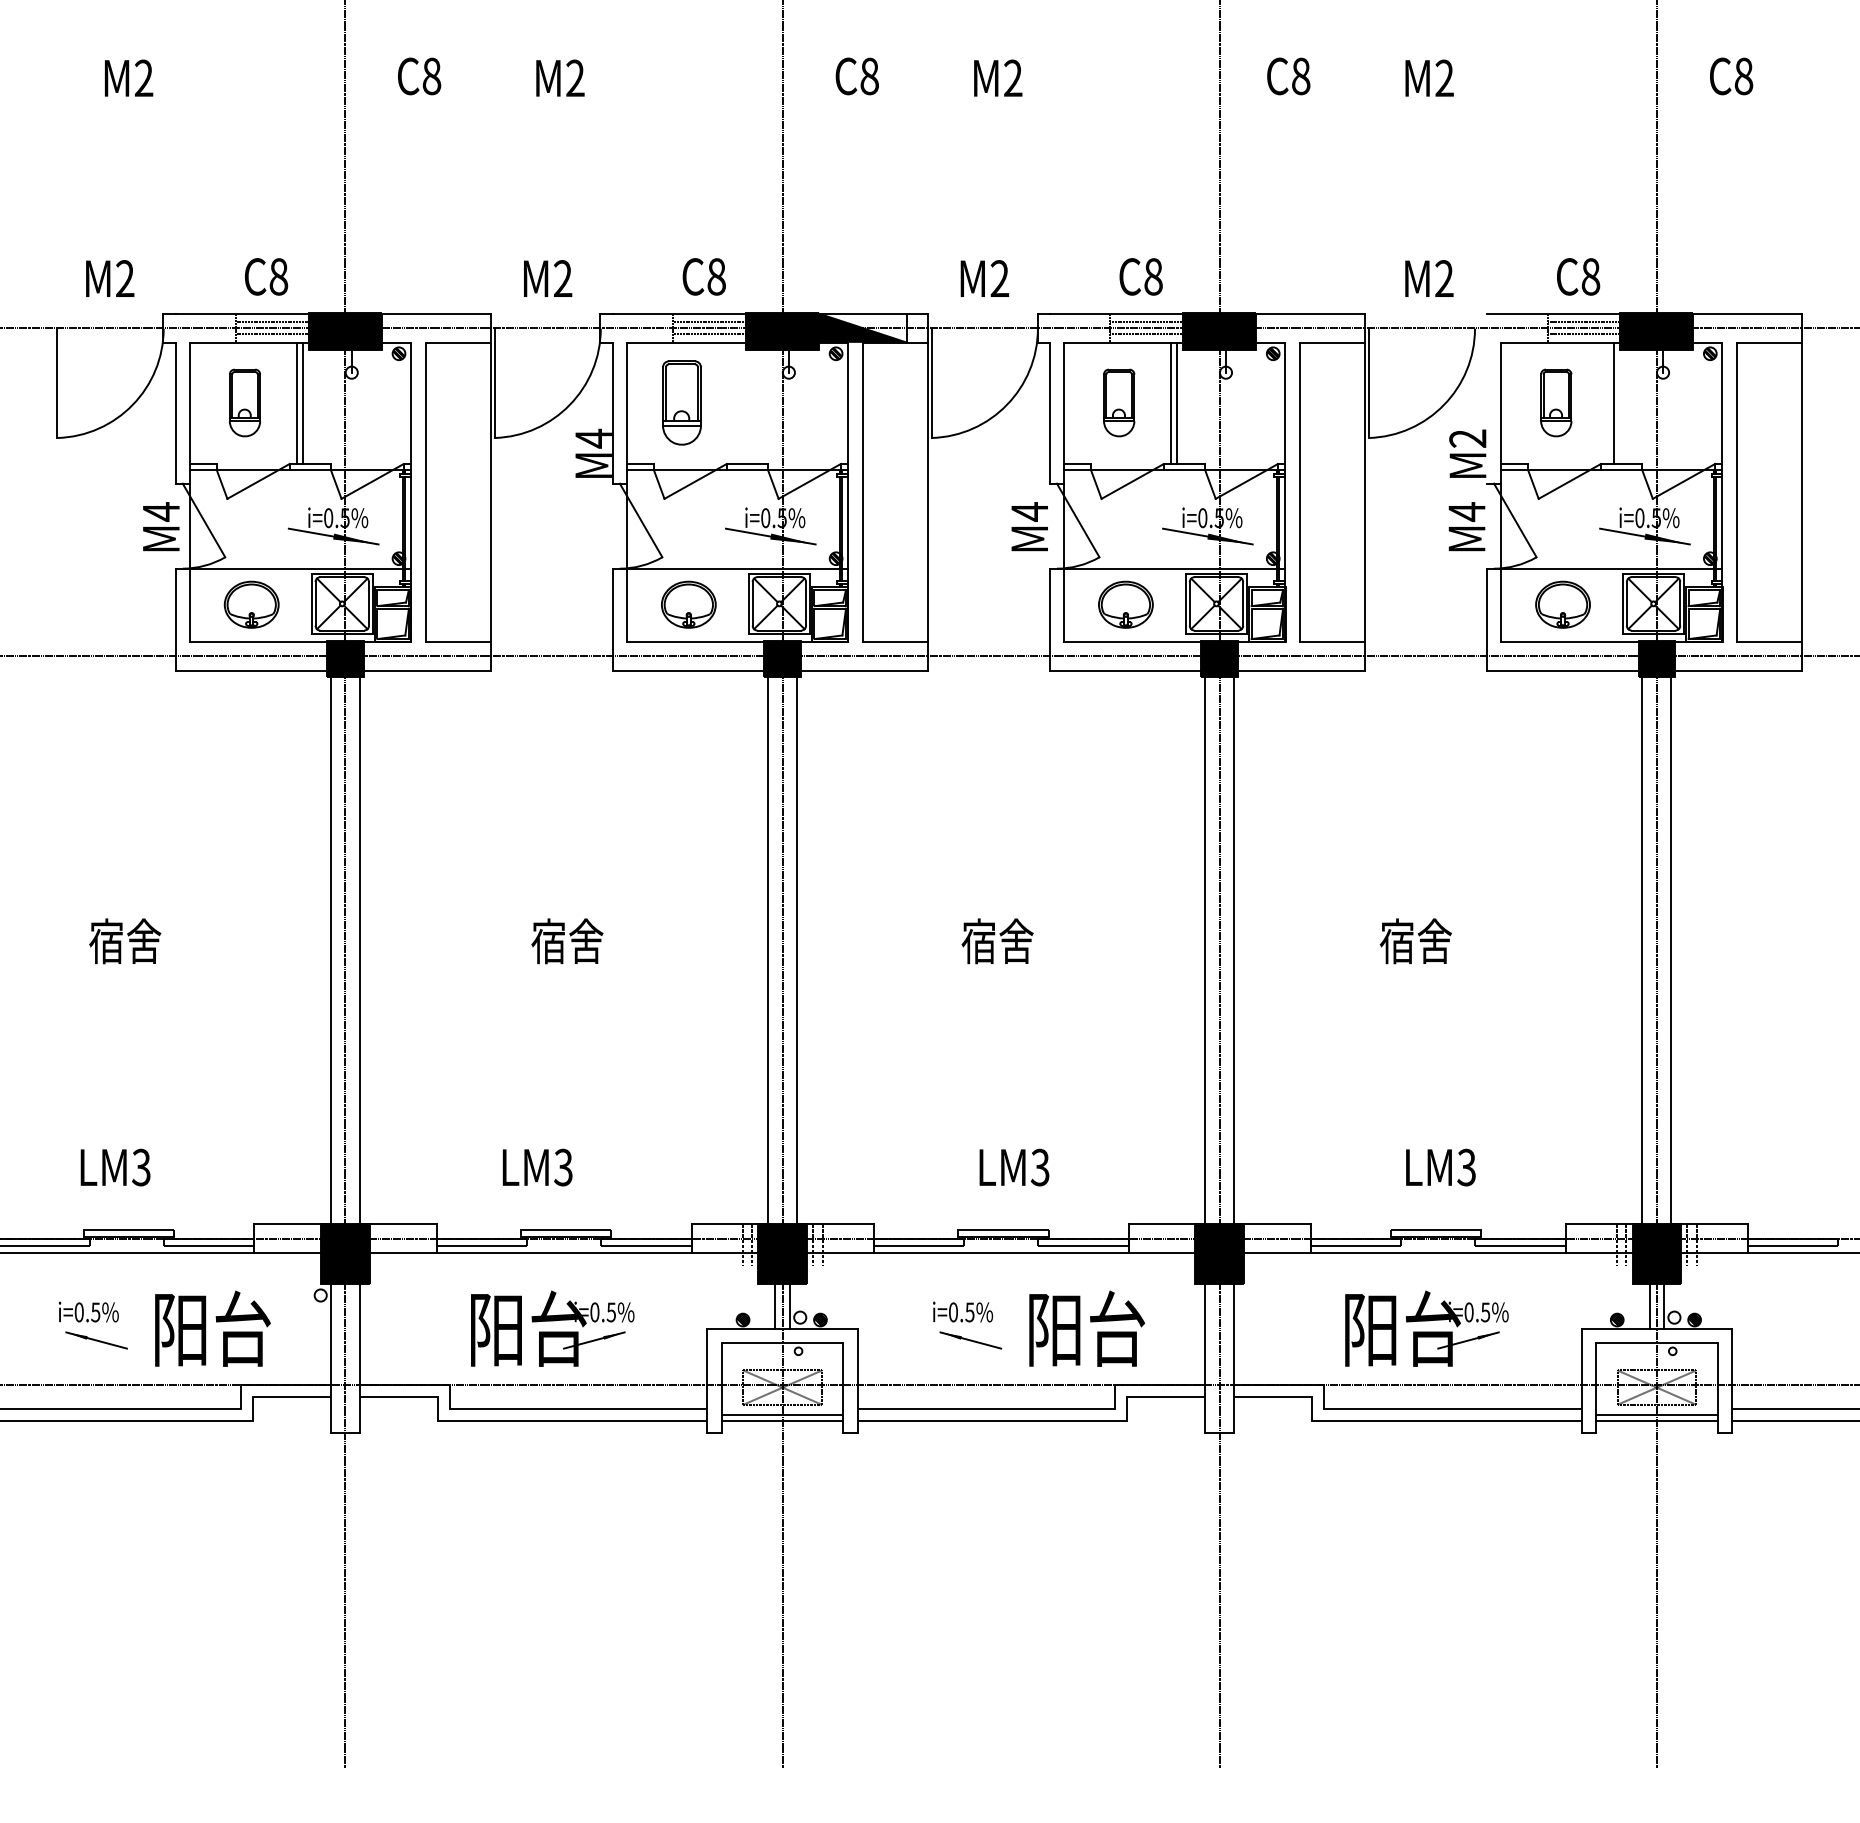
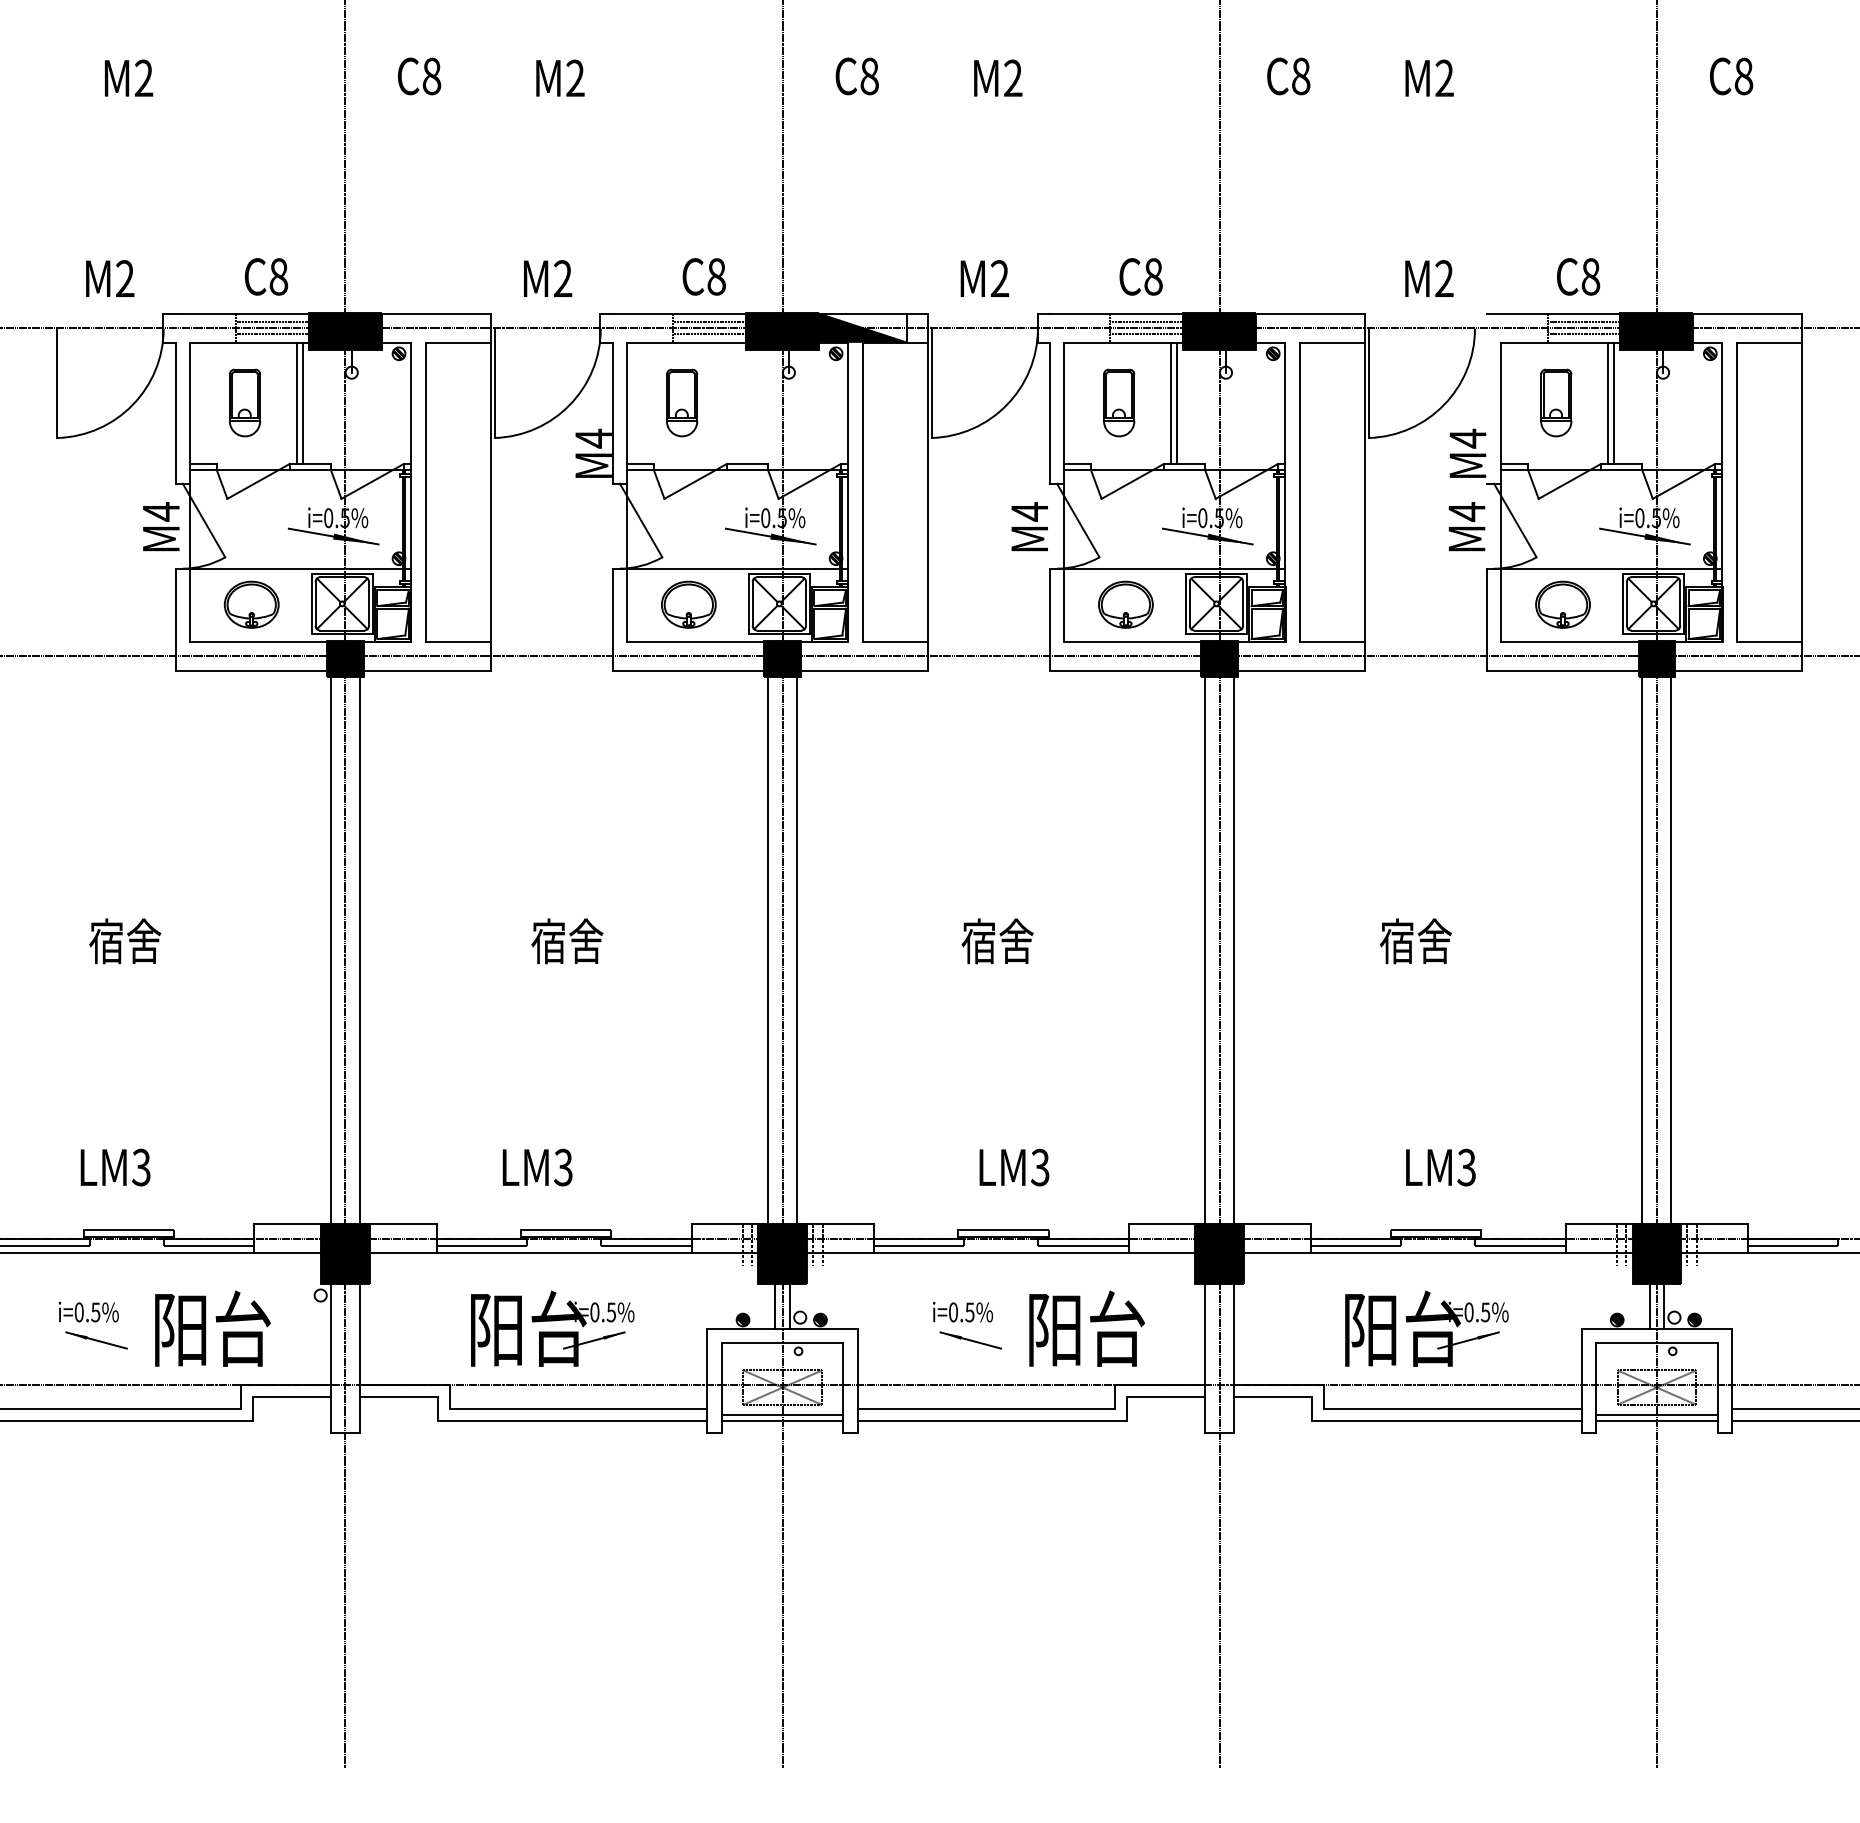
part at (681, 402) size: 40x86 px -> 33x70 px
line at (1608, 403): none -> present
text at (1467, 438): M2 -> M4
